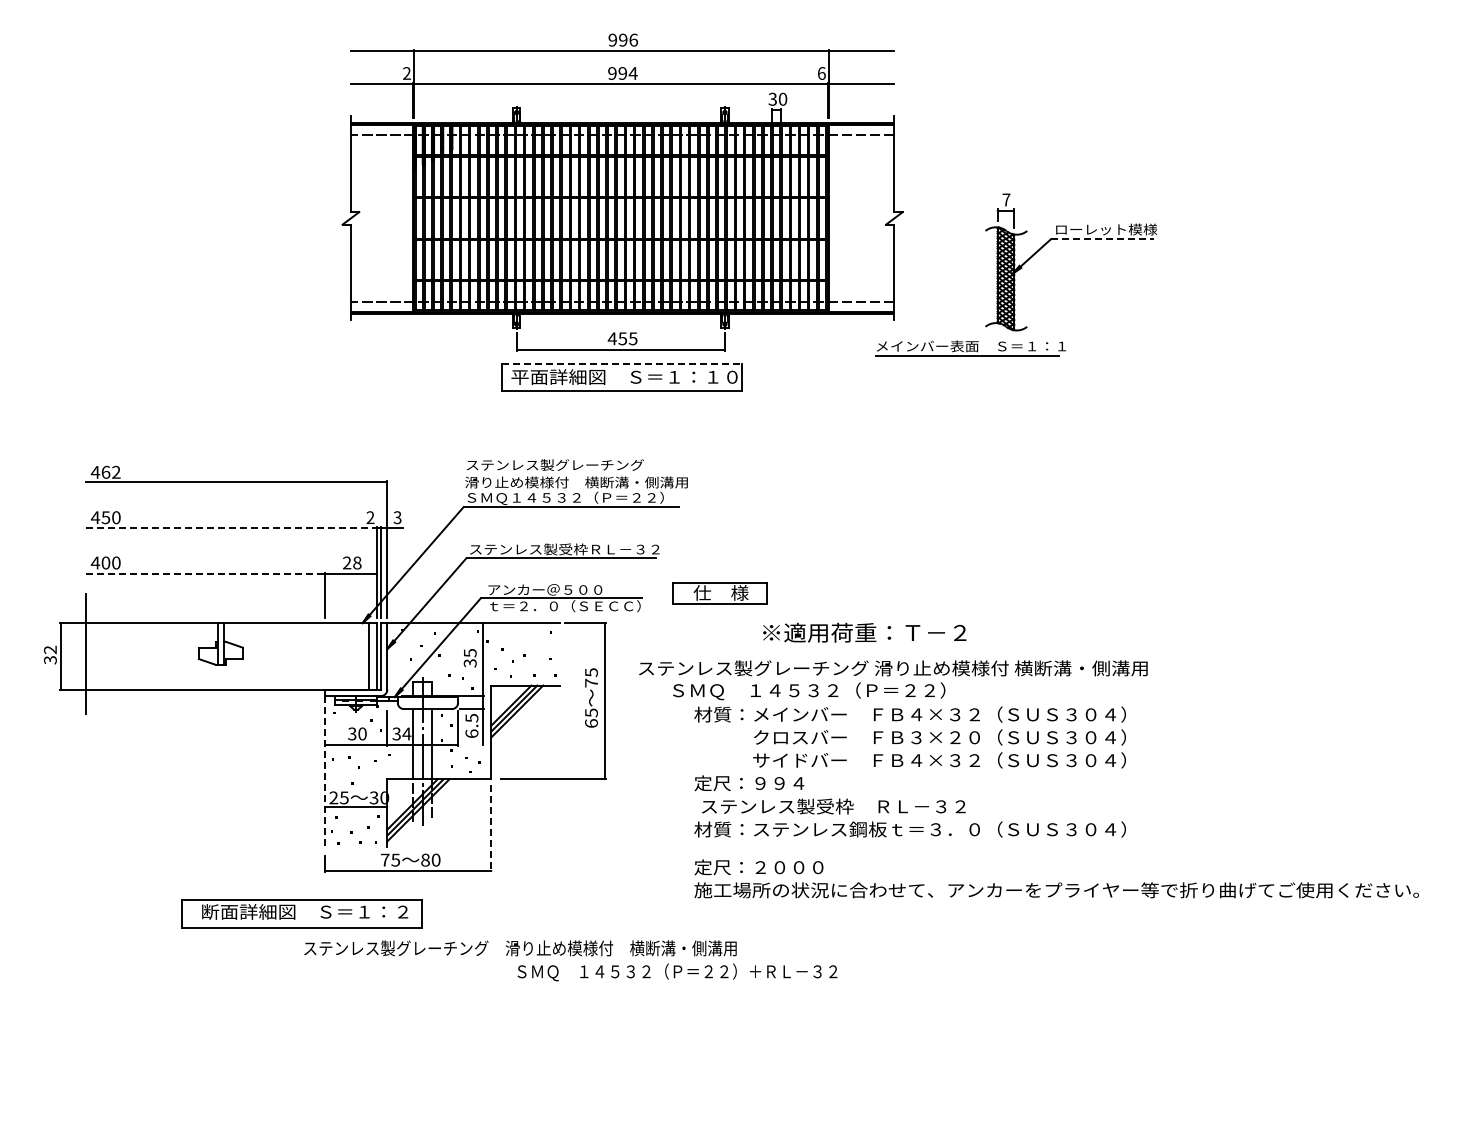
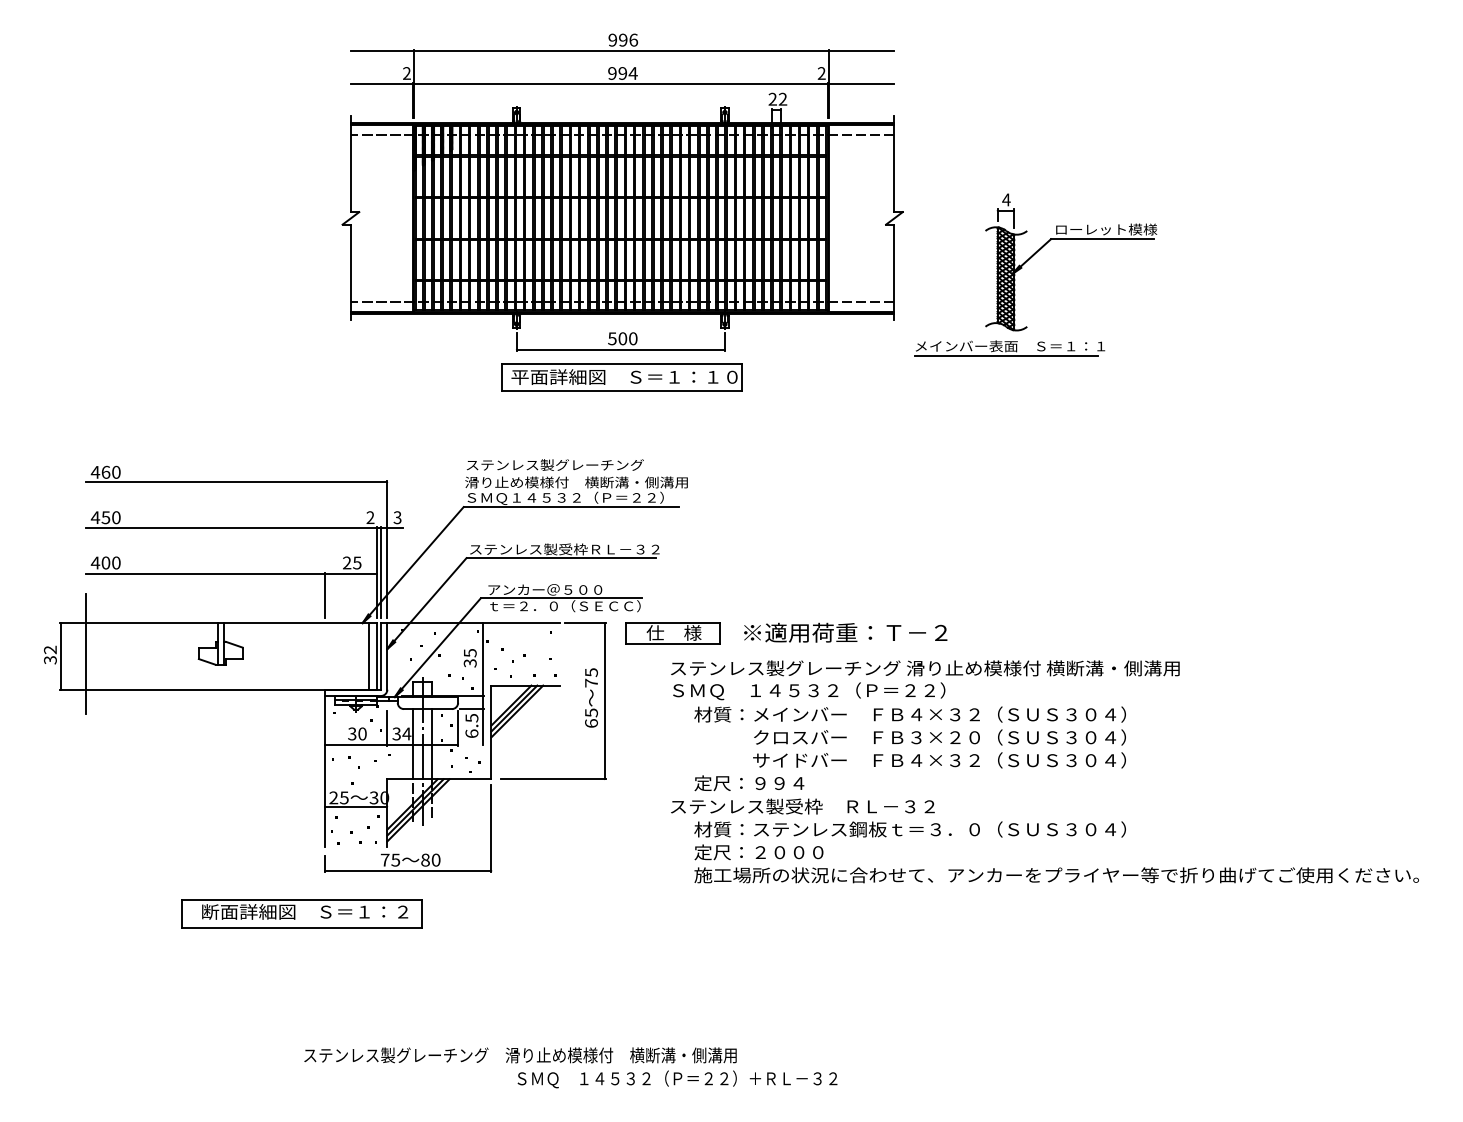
text at (821, 73): 6 -> 2
text at (777, 98): 30 -> 22
text at (1006, 199): 7 -> 4
line at (1102, 239): dashed -> solid
text at (622, 338): 455 -> 500
part at (970, 348) position: (970, 348) -> (1009, 348)
line at (621, 364): dashed -> solid
text at (116, 472): 462 -> 460
line at (232, 528): dashed -> solid
text at (357, 562): 28 -> 25
line at (206, 573): dashed -> solid
part at (719, 593) position: (719, 593) -> (672, 633)
text at (864, 632) position: (864, 632) -> (845, 632)
text at (893, 668) position: (893, 668) -> (925, 668)
line at (324, 771): dashed -> solid
text at (833, 806) position: (833, 806) -> (802, 806)
line at (491, 828): dashed -> solid
text at (1056, 878) position: (1056, 878) -> (1056, 863)
text at (570, 960) position: (570, 960) -> (570, 1067)
